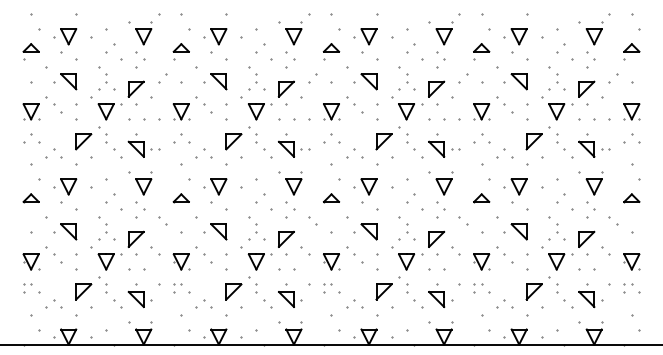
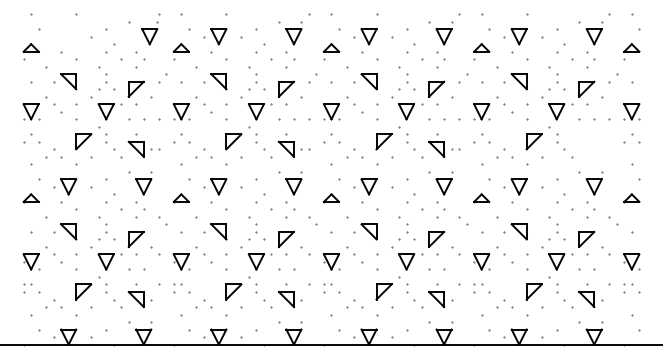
part at (143, 33) position: (143, 33) -> (149, 33)
part at (65, 36): present -> none
part at (594, 145): present -> none
